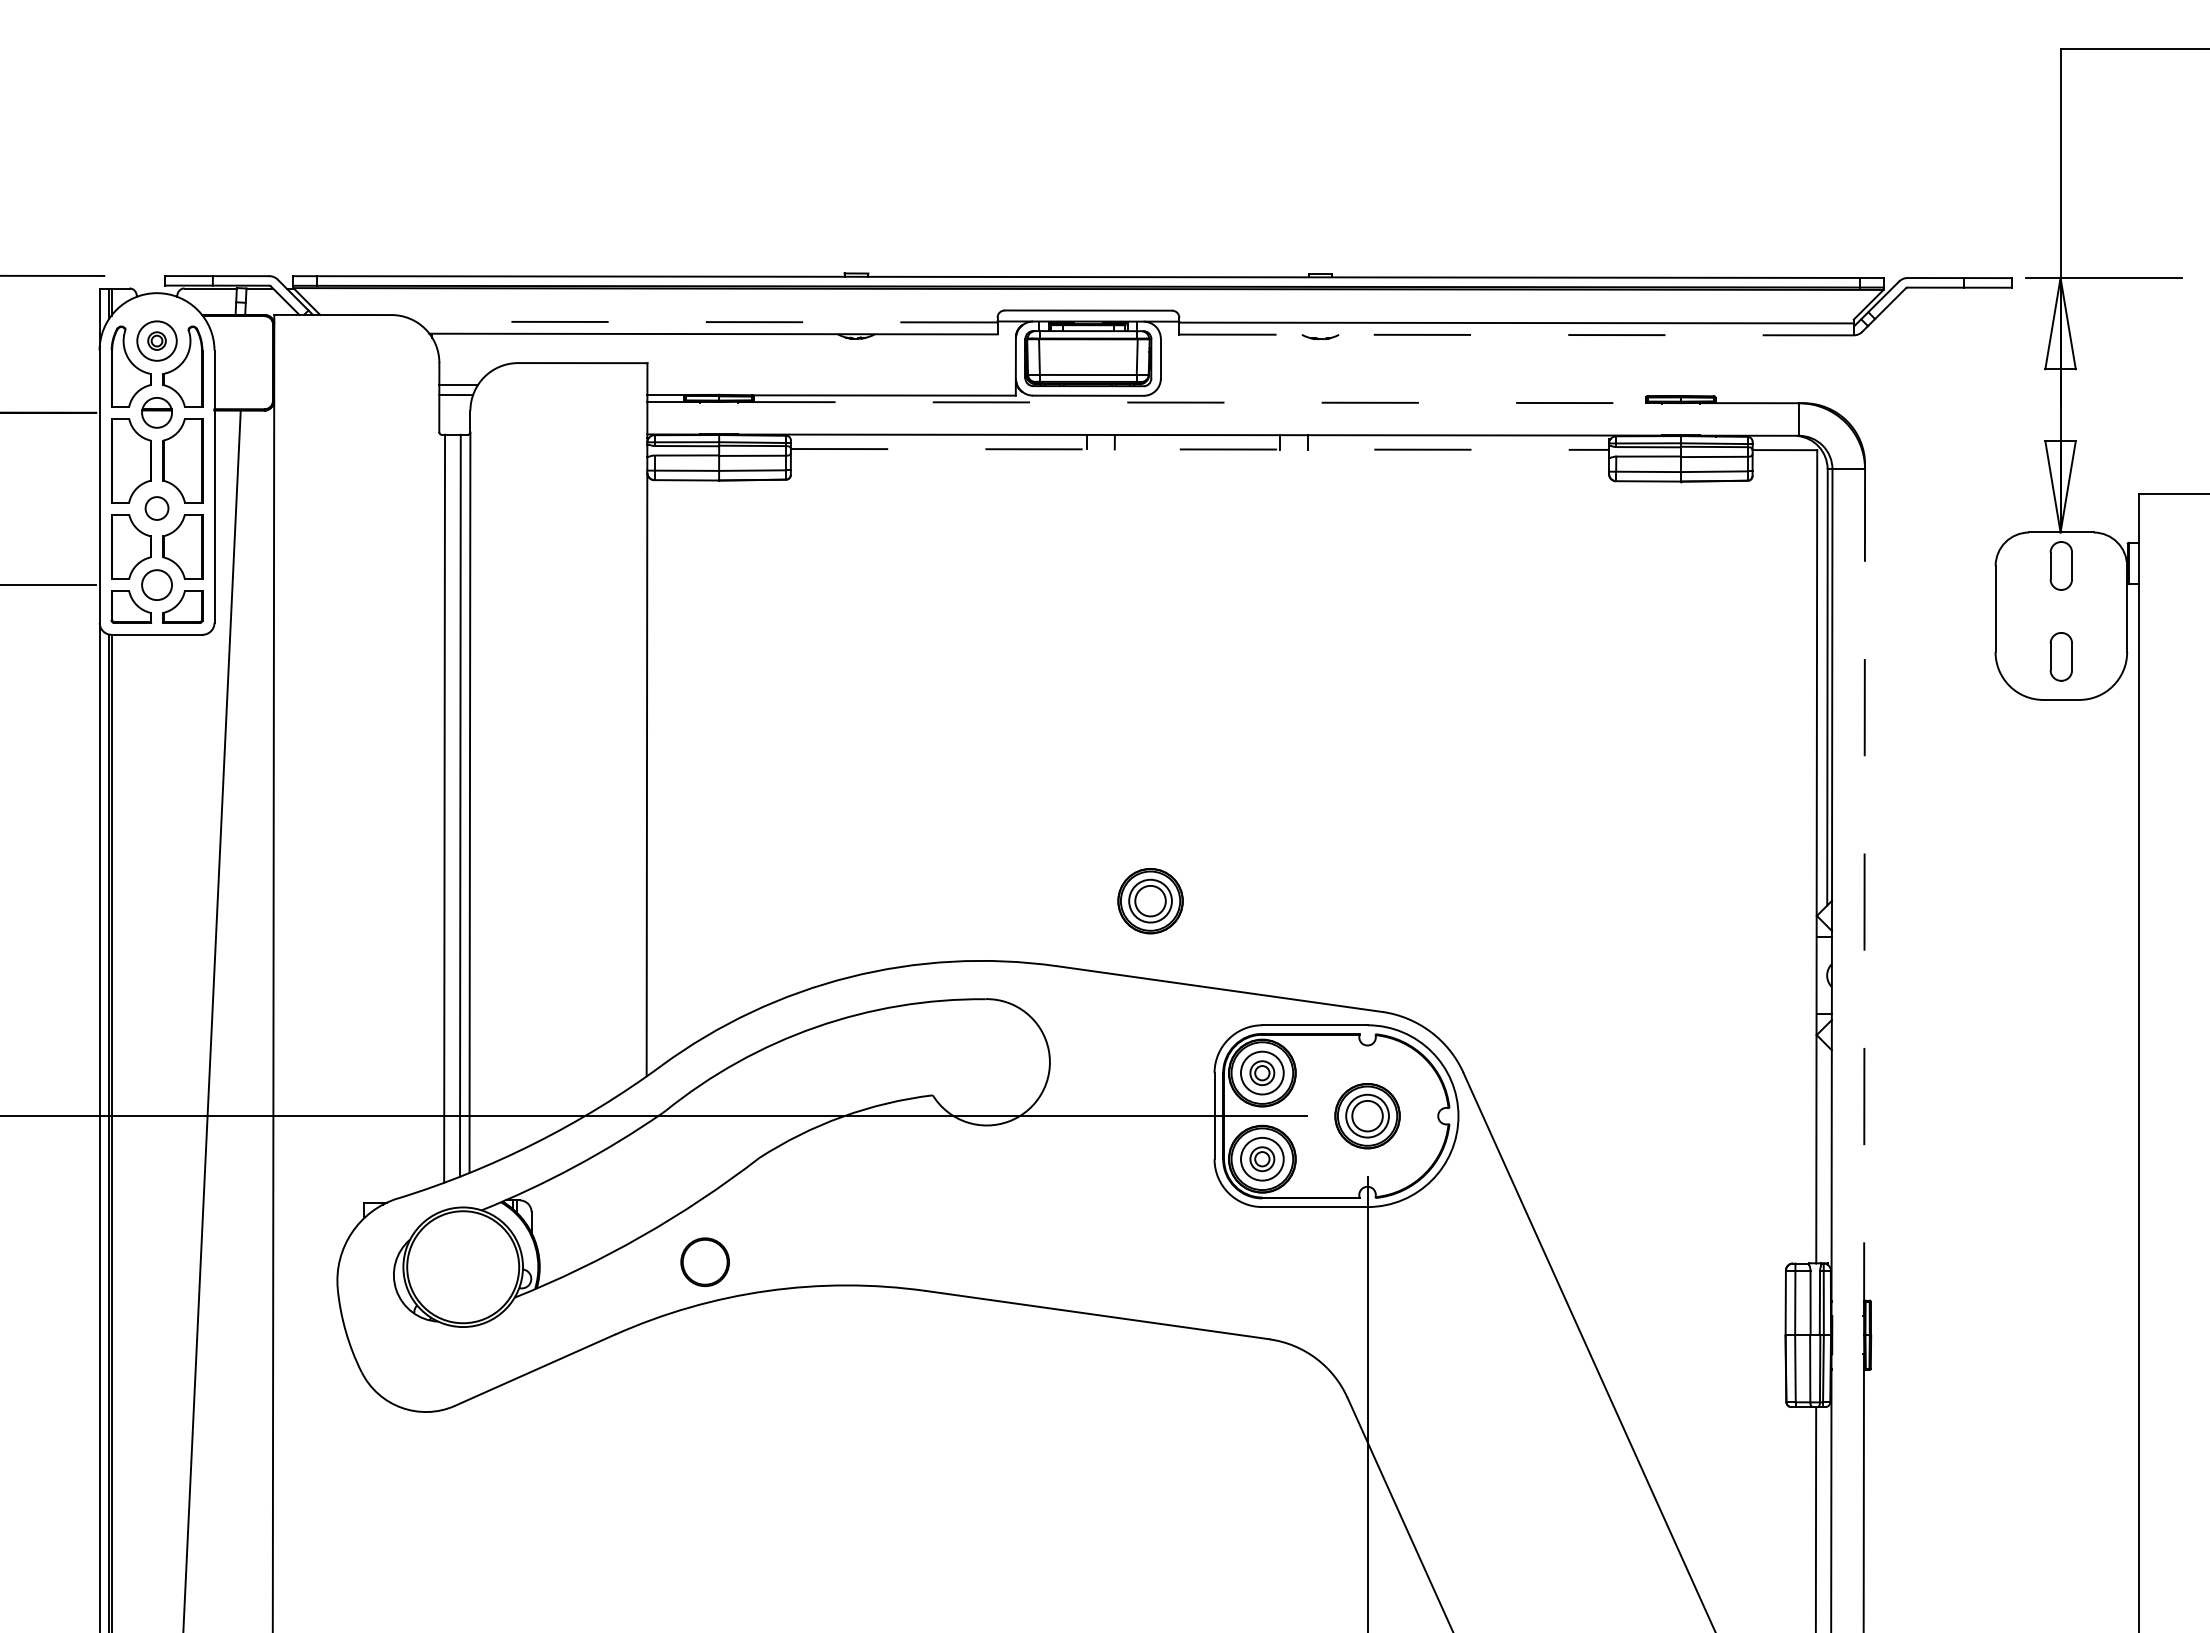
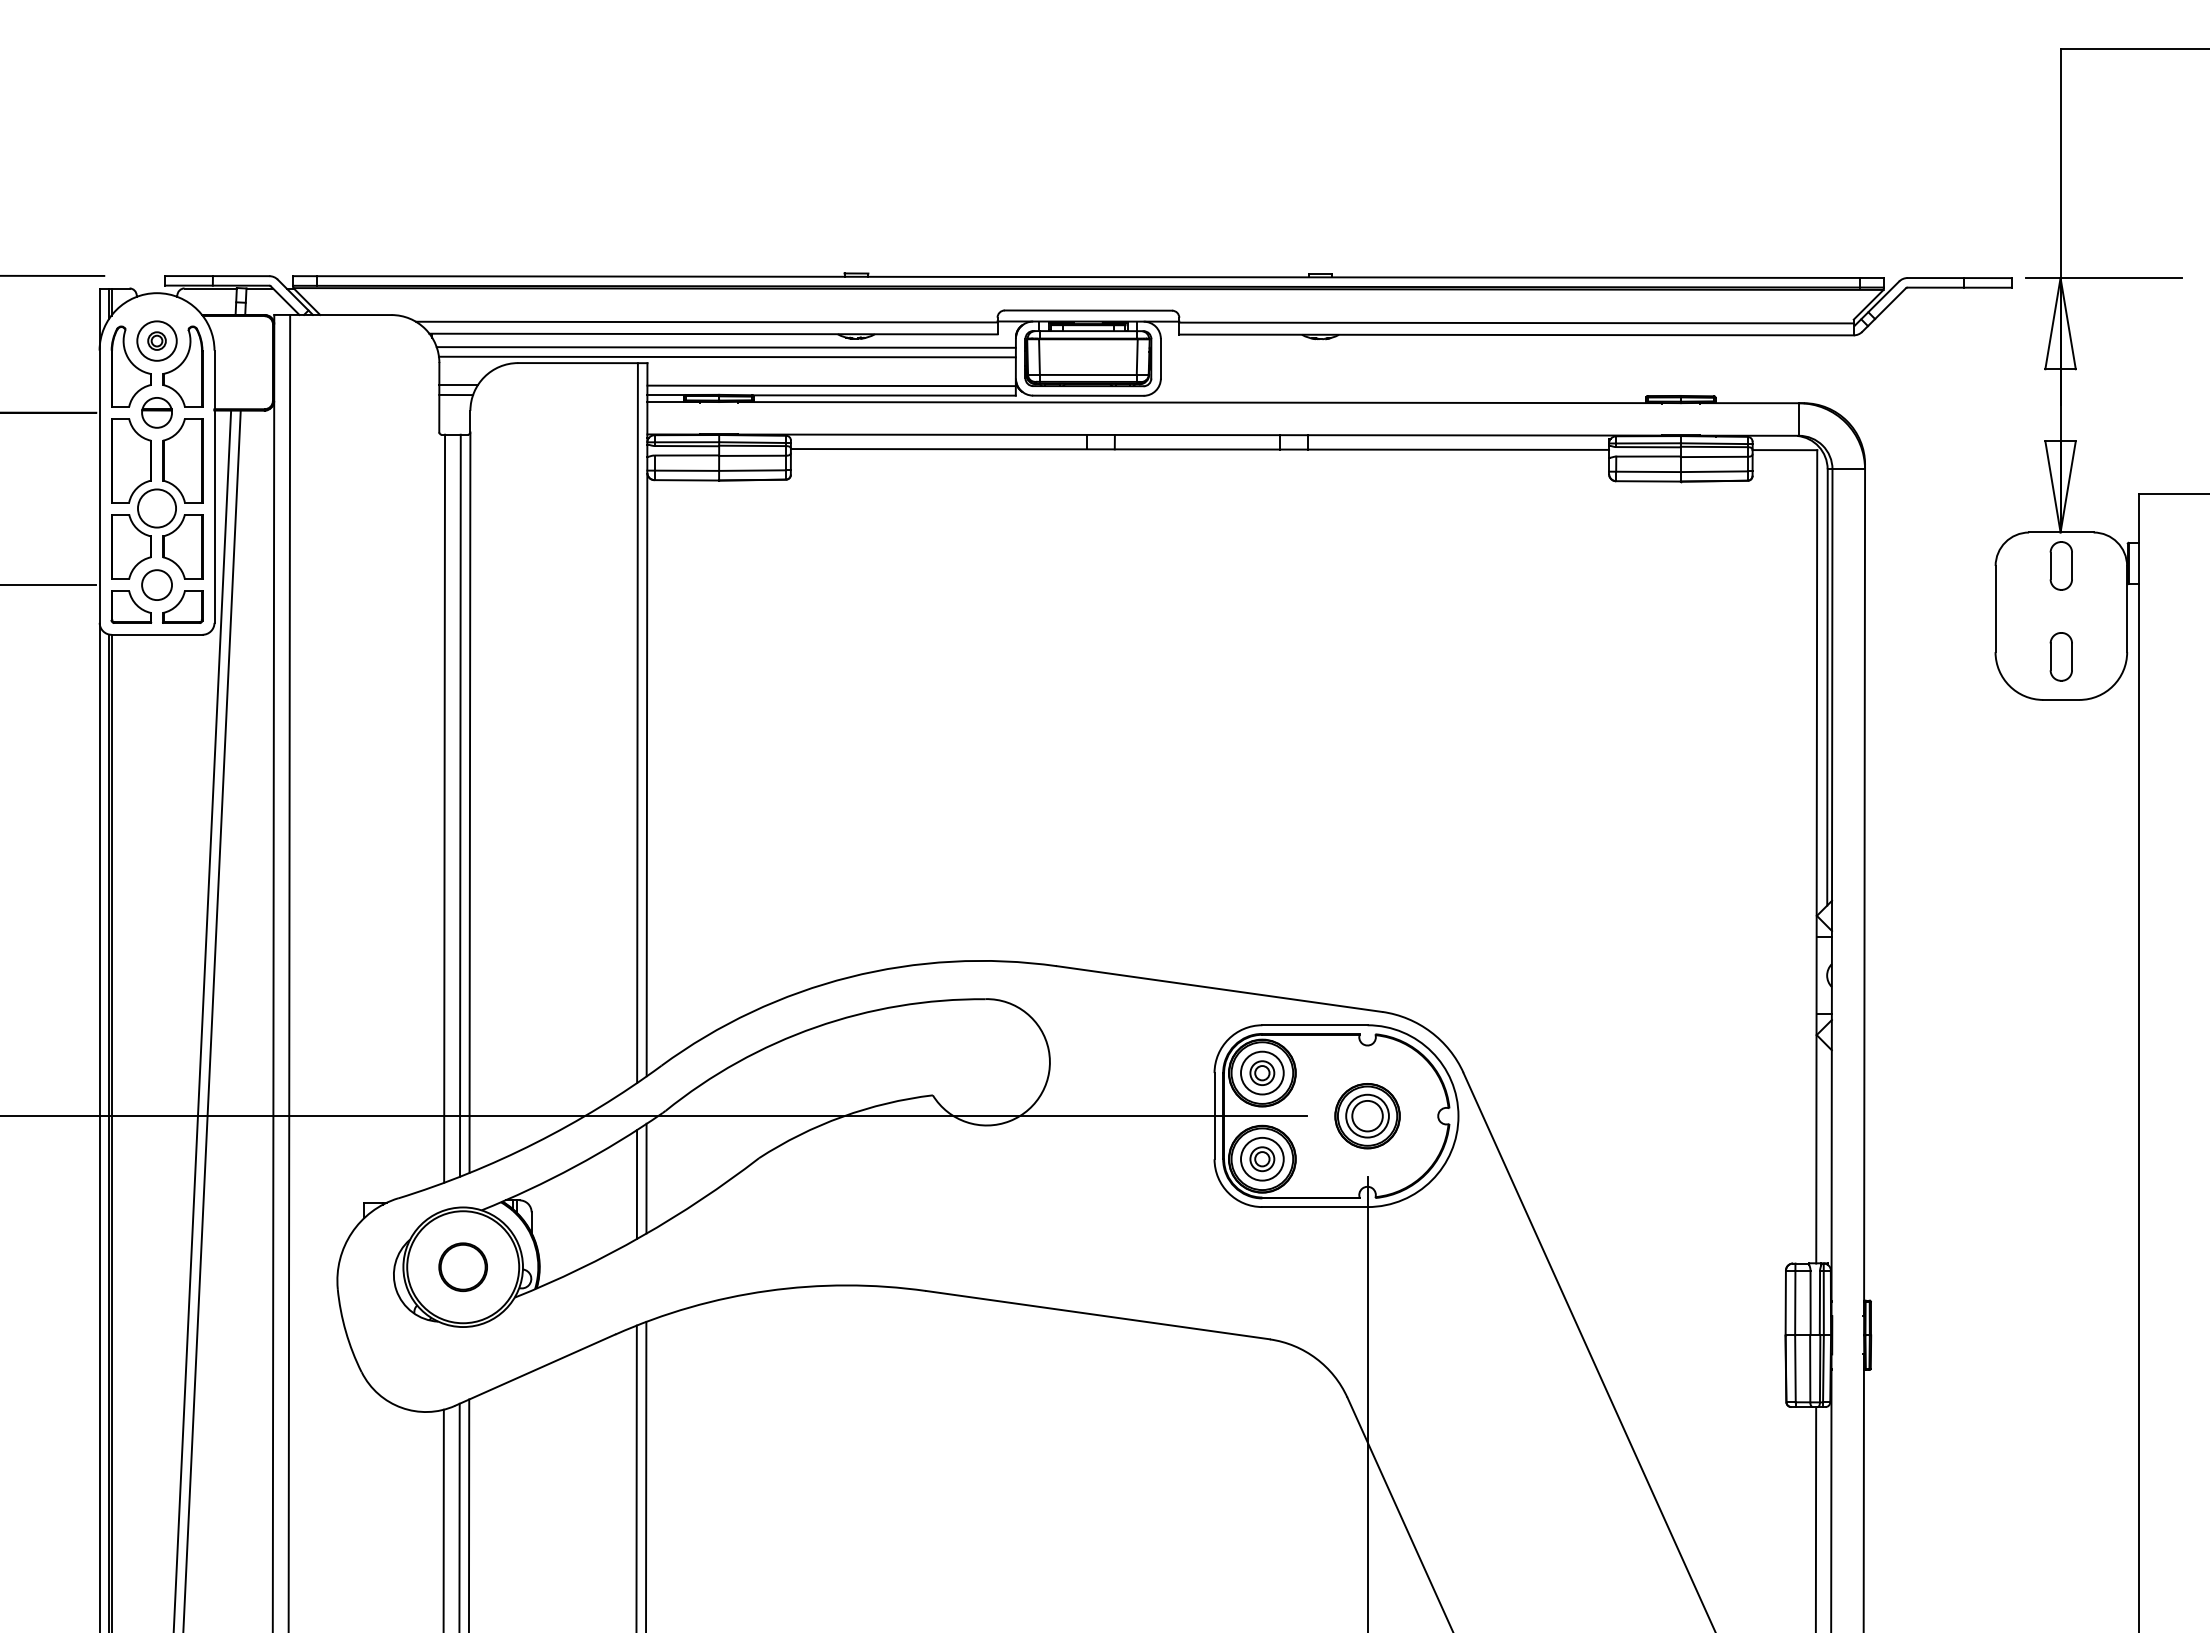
line at (706, 322): dashed -> solid
line at (1517, 334): dashed -> solid
line at (725, 347): none -> present
line at (726, 356): none -> present
line at (831, 385): none -> present
line at (1200, 402): dashed -> solid
line at (1200, 449): dashed -> solid
circle at (156, 508) diameter: 23 px -> 38 px
line at (637, 722): none -> present
line at (1864, 890): dashed -> solid
part at (1150, 901): present -> none
line at (289, 971): none -> present
line at (202, 1019): none -> present
line at (646, 1178): none -> present
line at (636, 1184): none -> present
part at (704, 1262) position: (704, 1262) -> (462, 1267)
line at (646, 1475): none -> present
line at (636, 1477): none -> present
line at (468, 1514): none -> present
line at (459, 1516): none -> present
line at (443, 1519): none -> present
